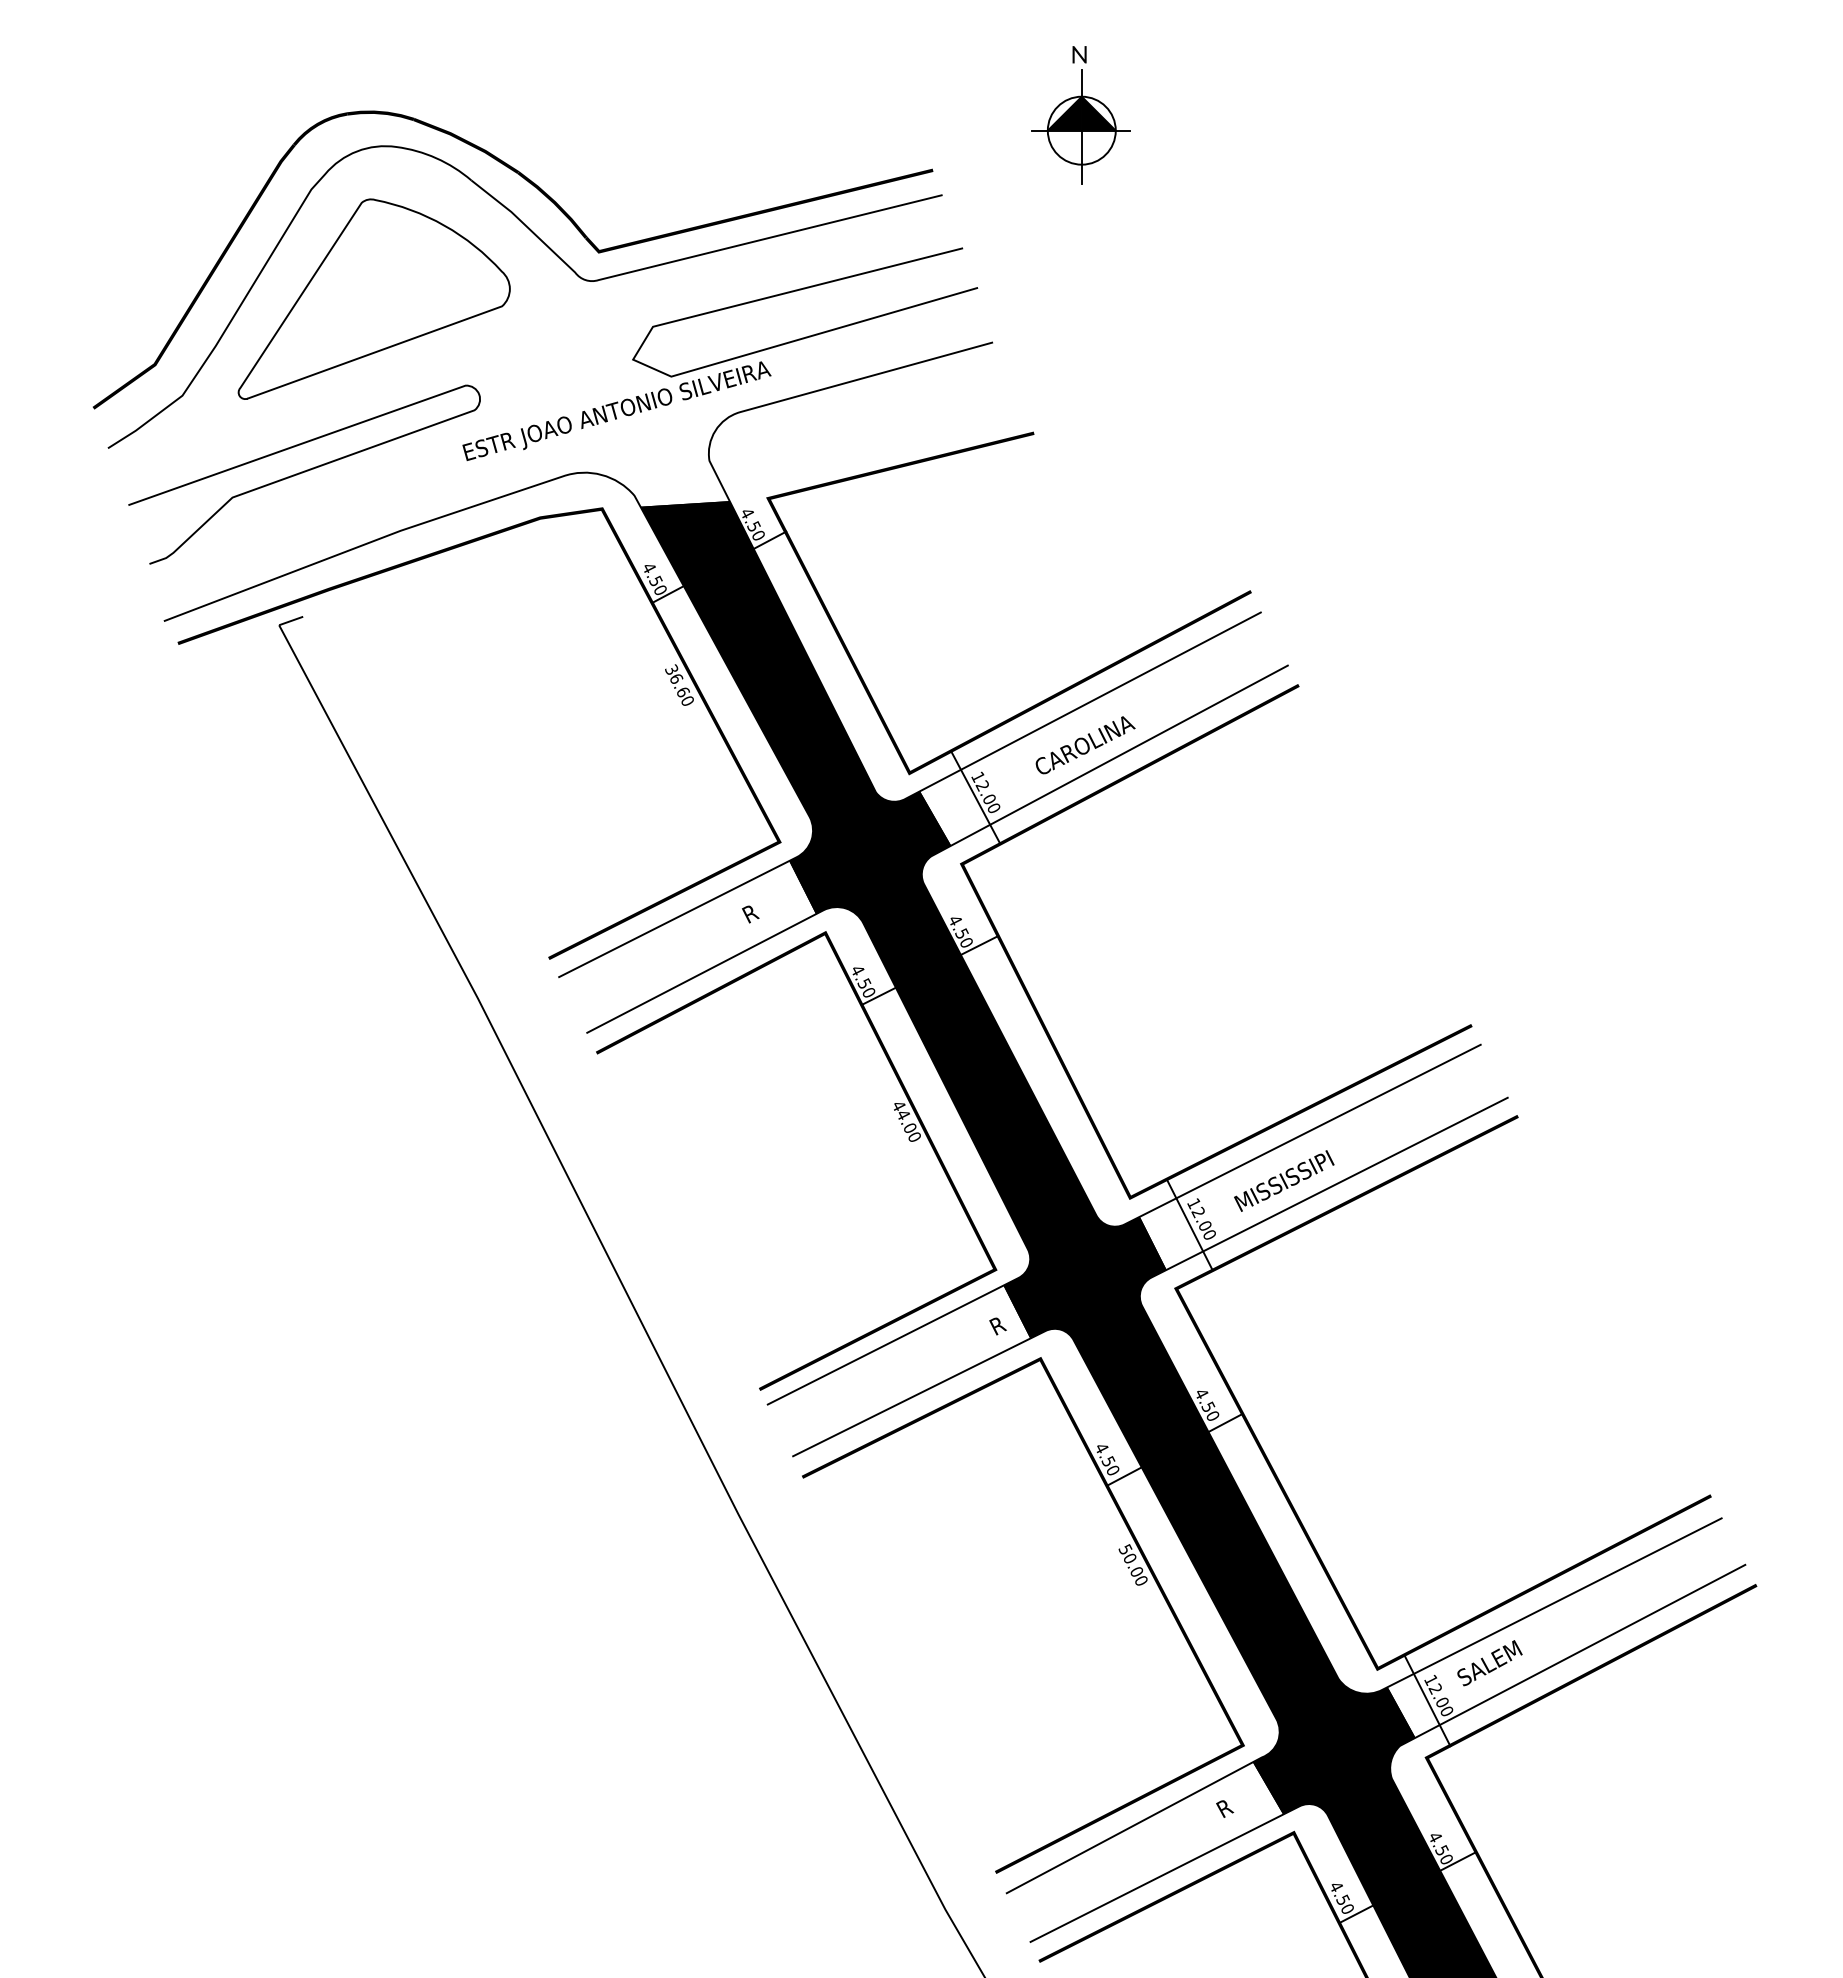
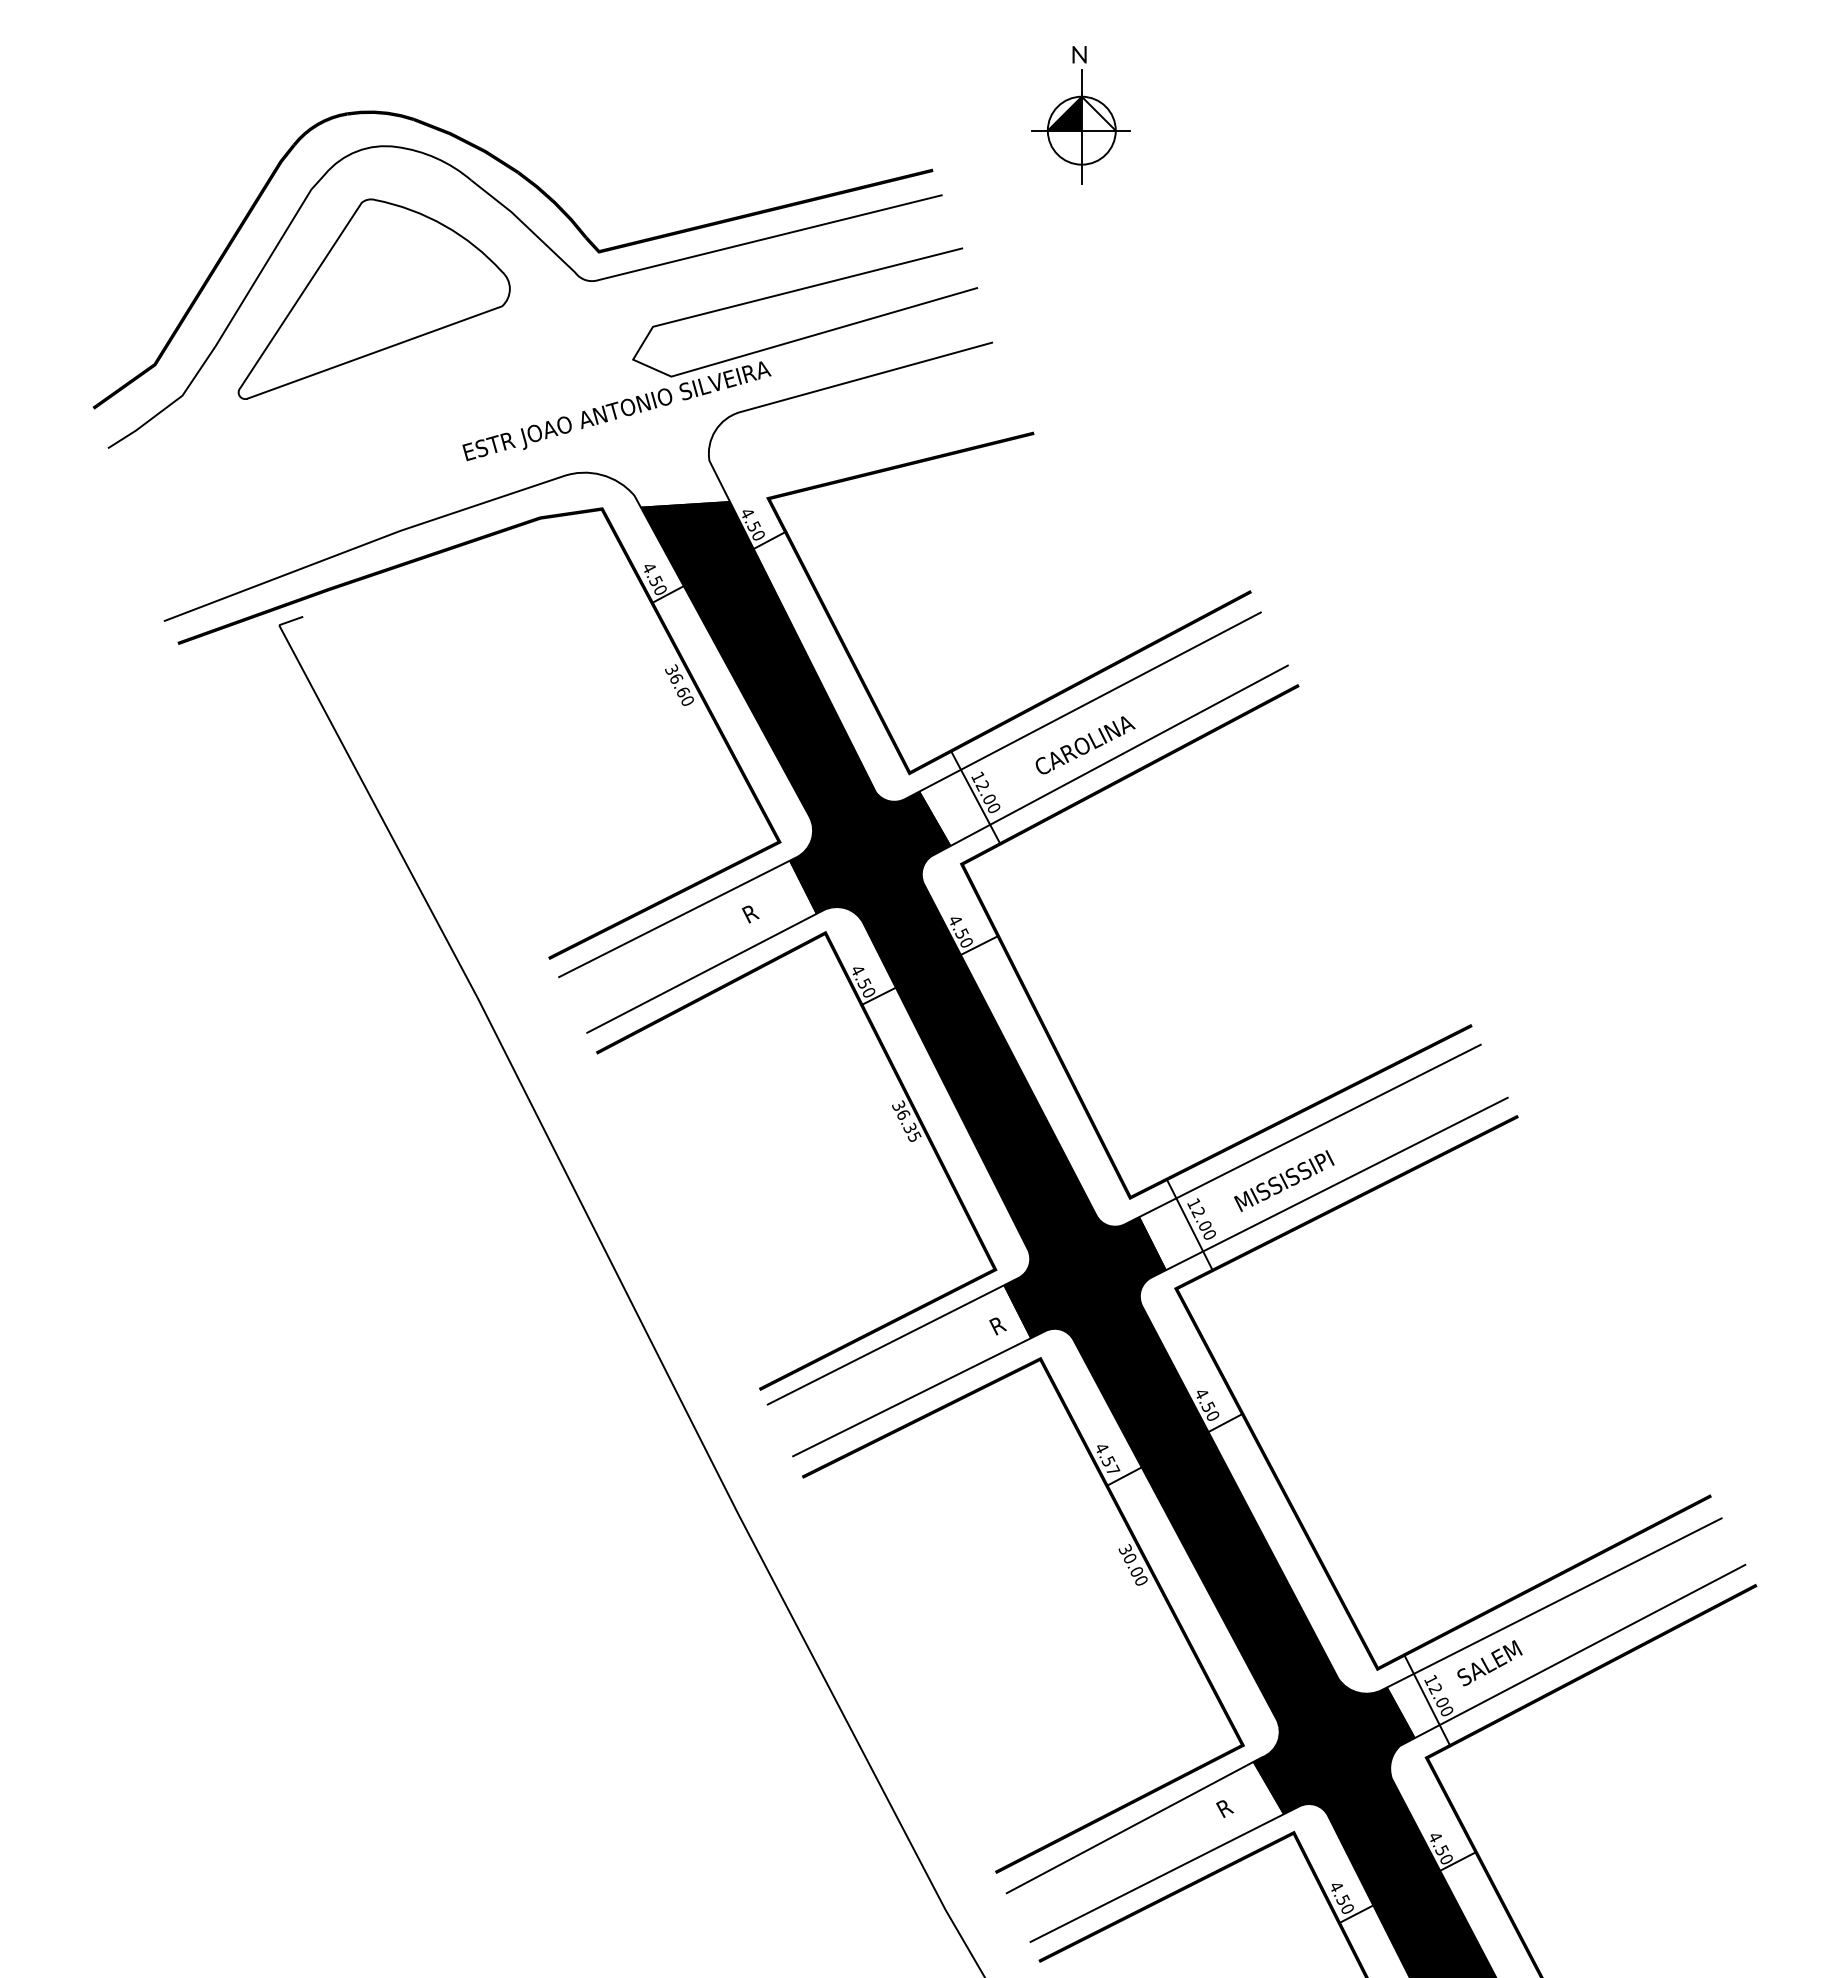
fill at (1098, 113): present -> none
curve at (304, 472): present -> none
text at (906, 1120): 44.00 -> 36.35
text at (1113, 1469): 4.50 -> 4.57
text at (1126, 1549): 50.00 -> 30.00
